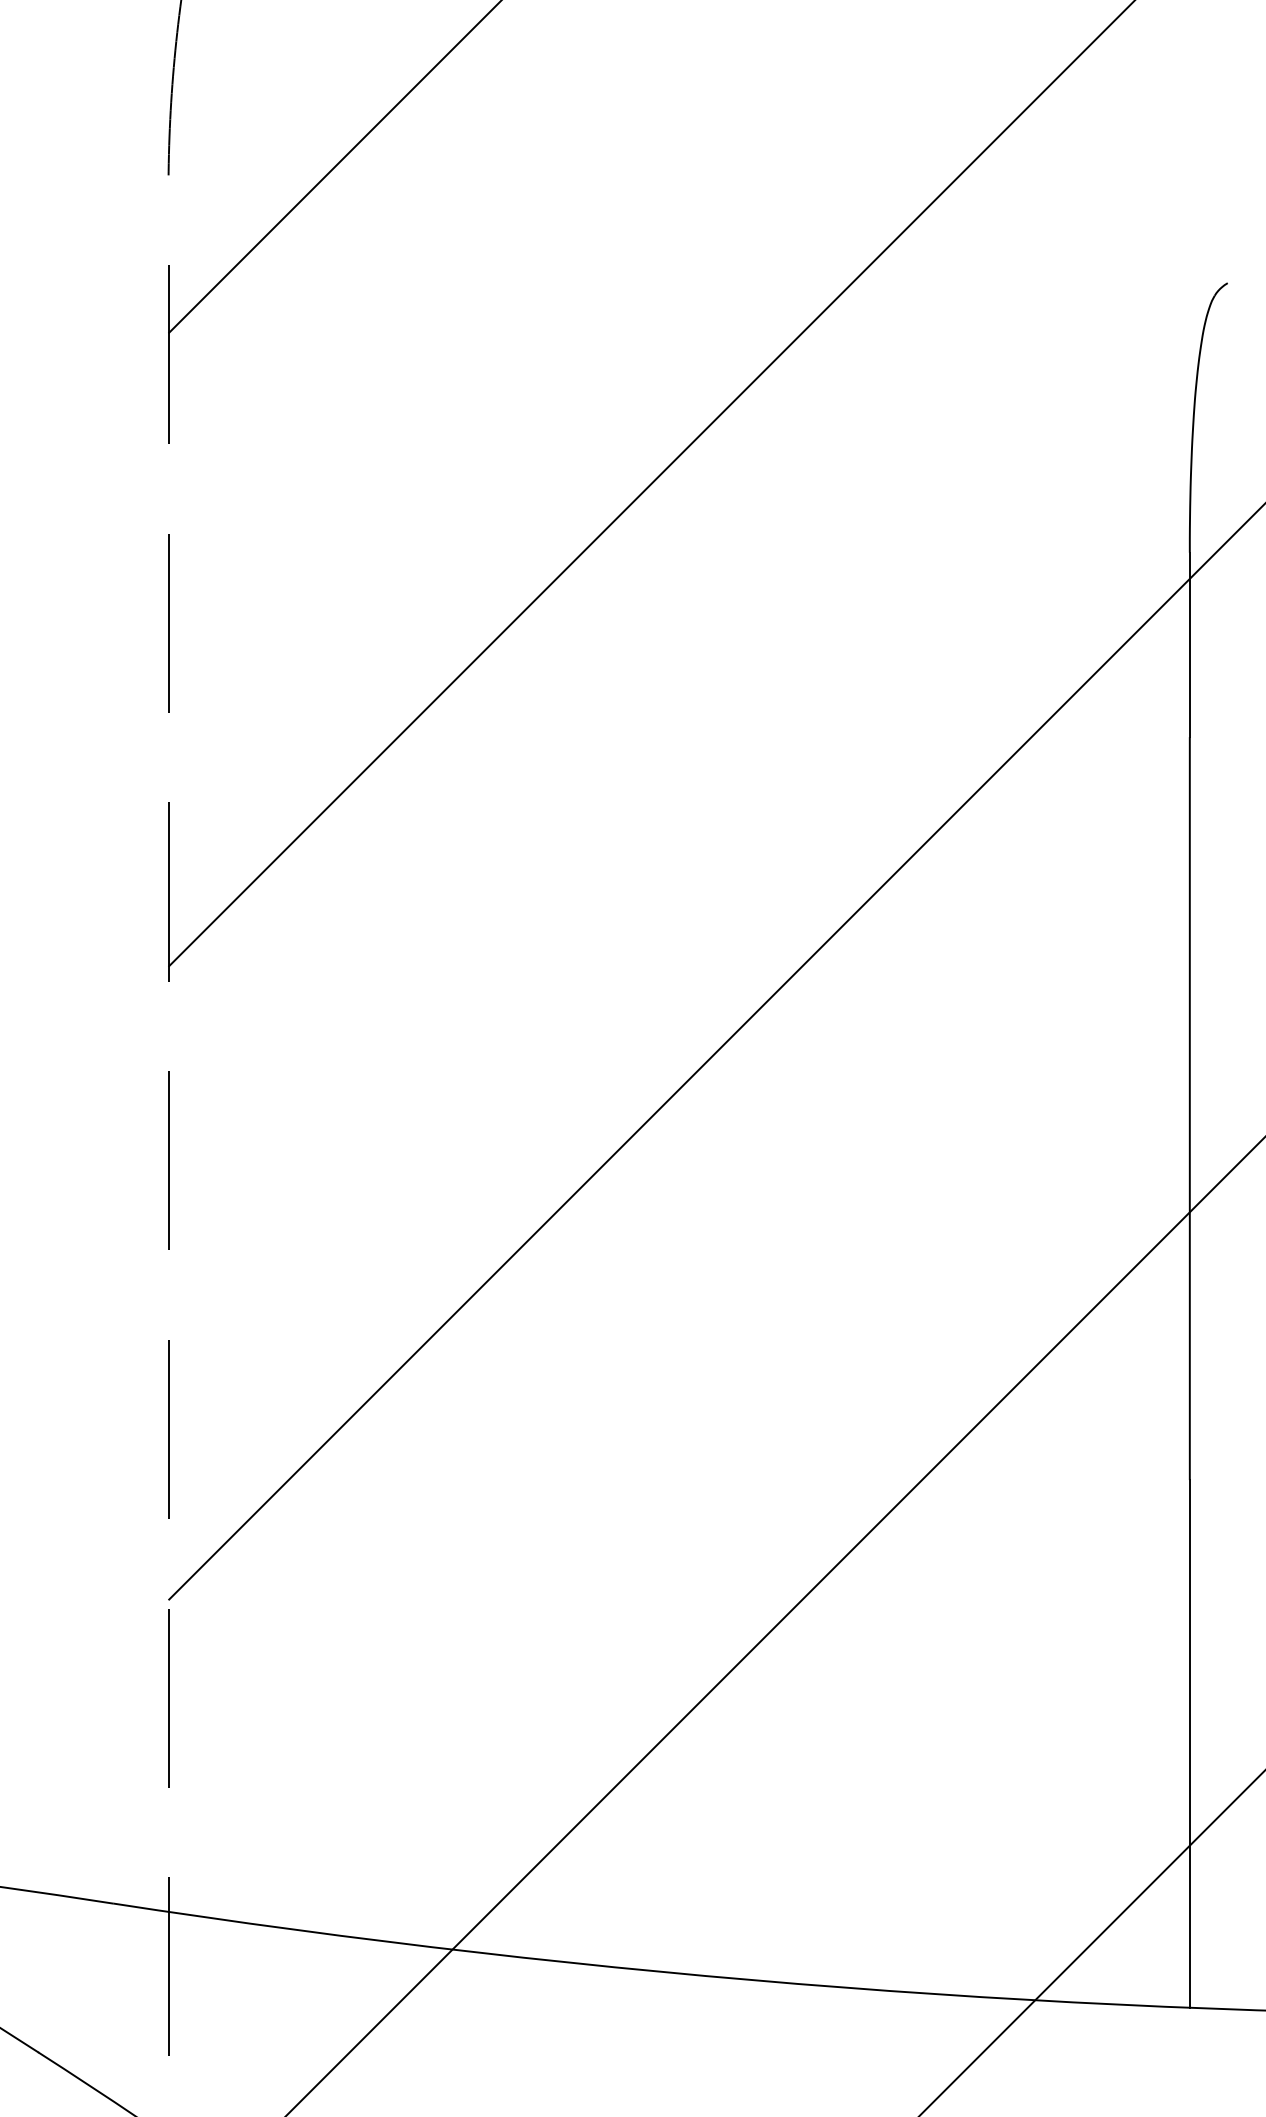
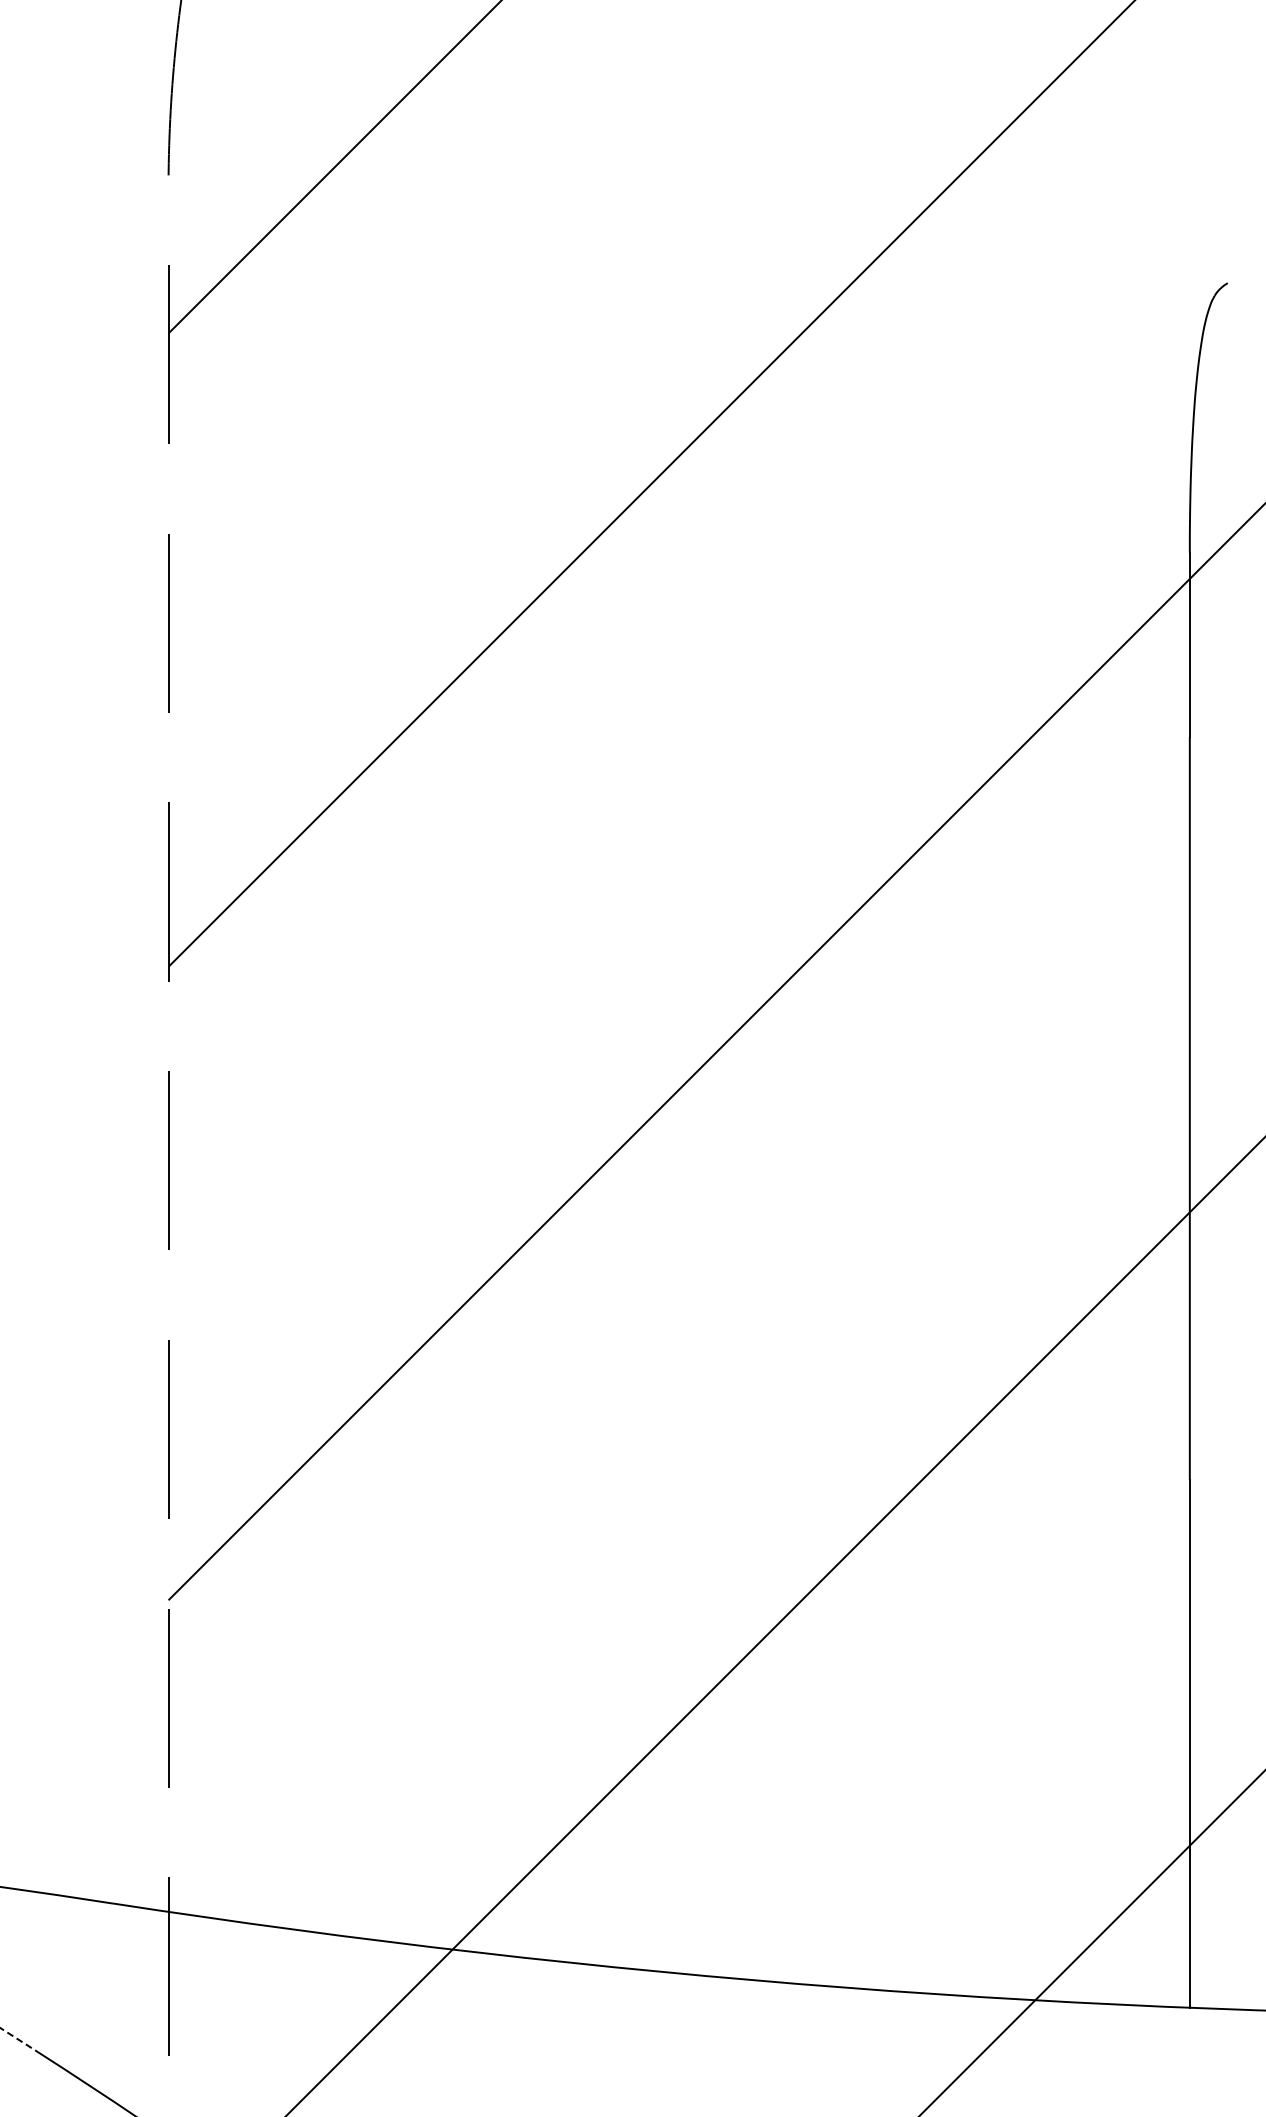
line at (19, 2040): solid -> dashed
